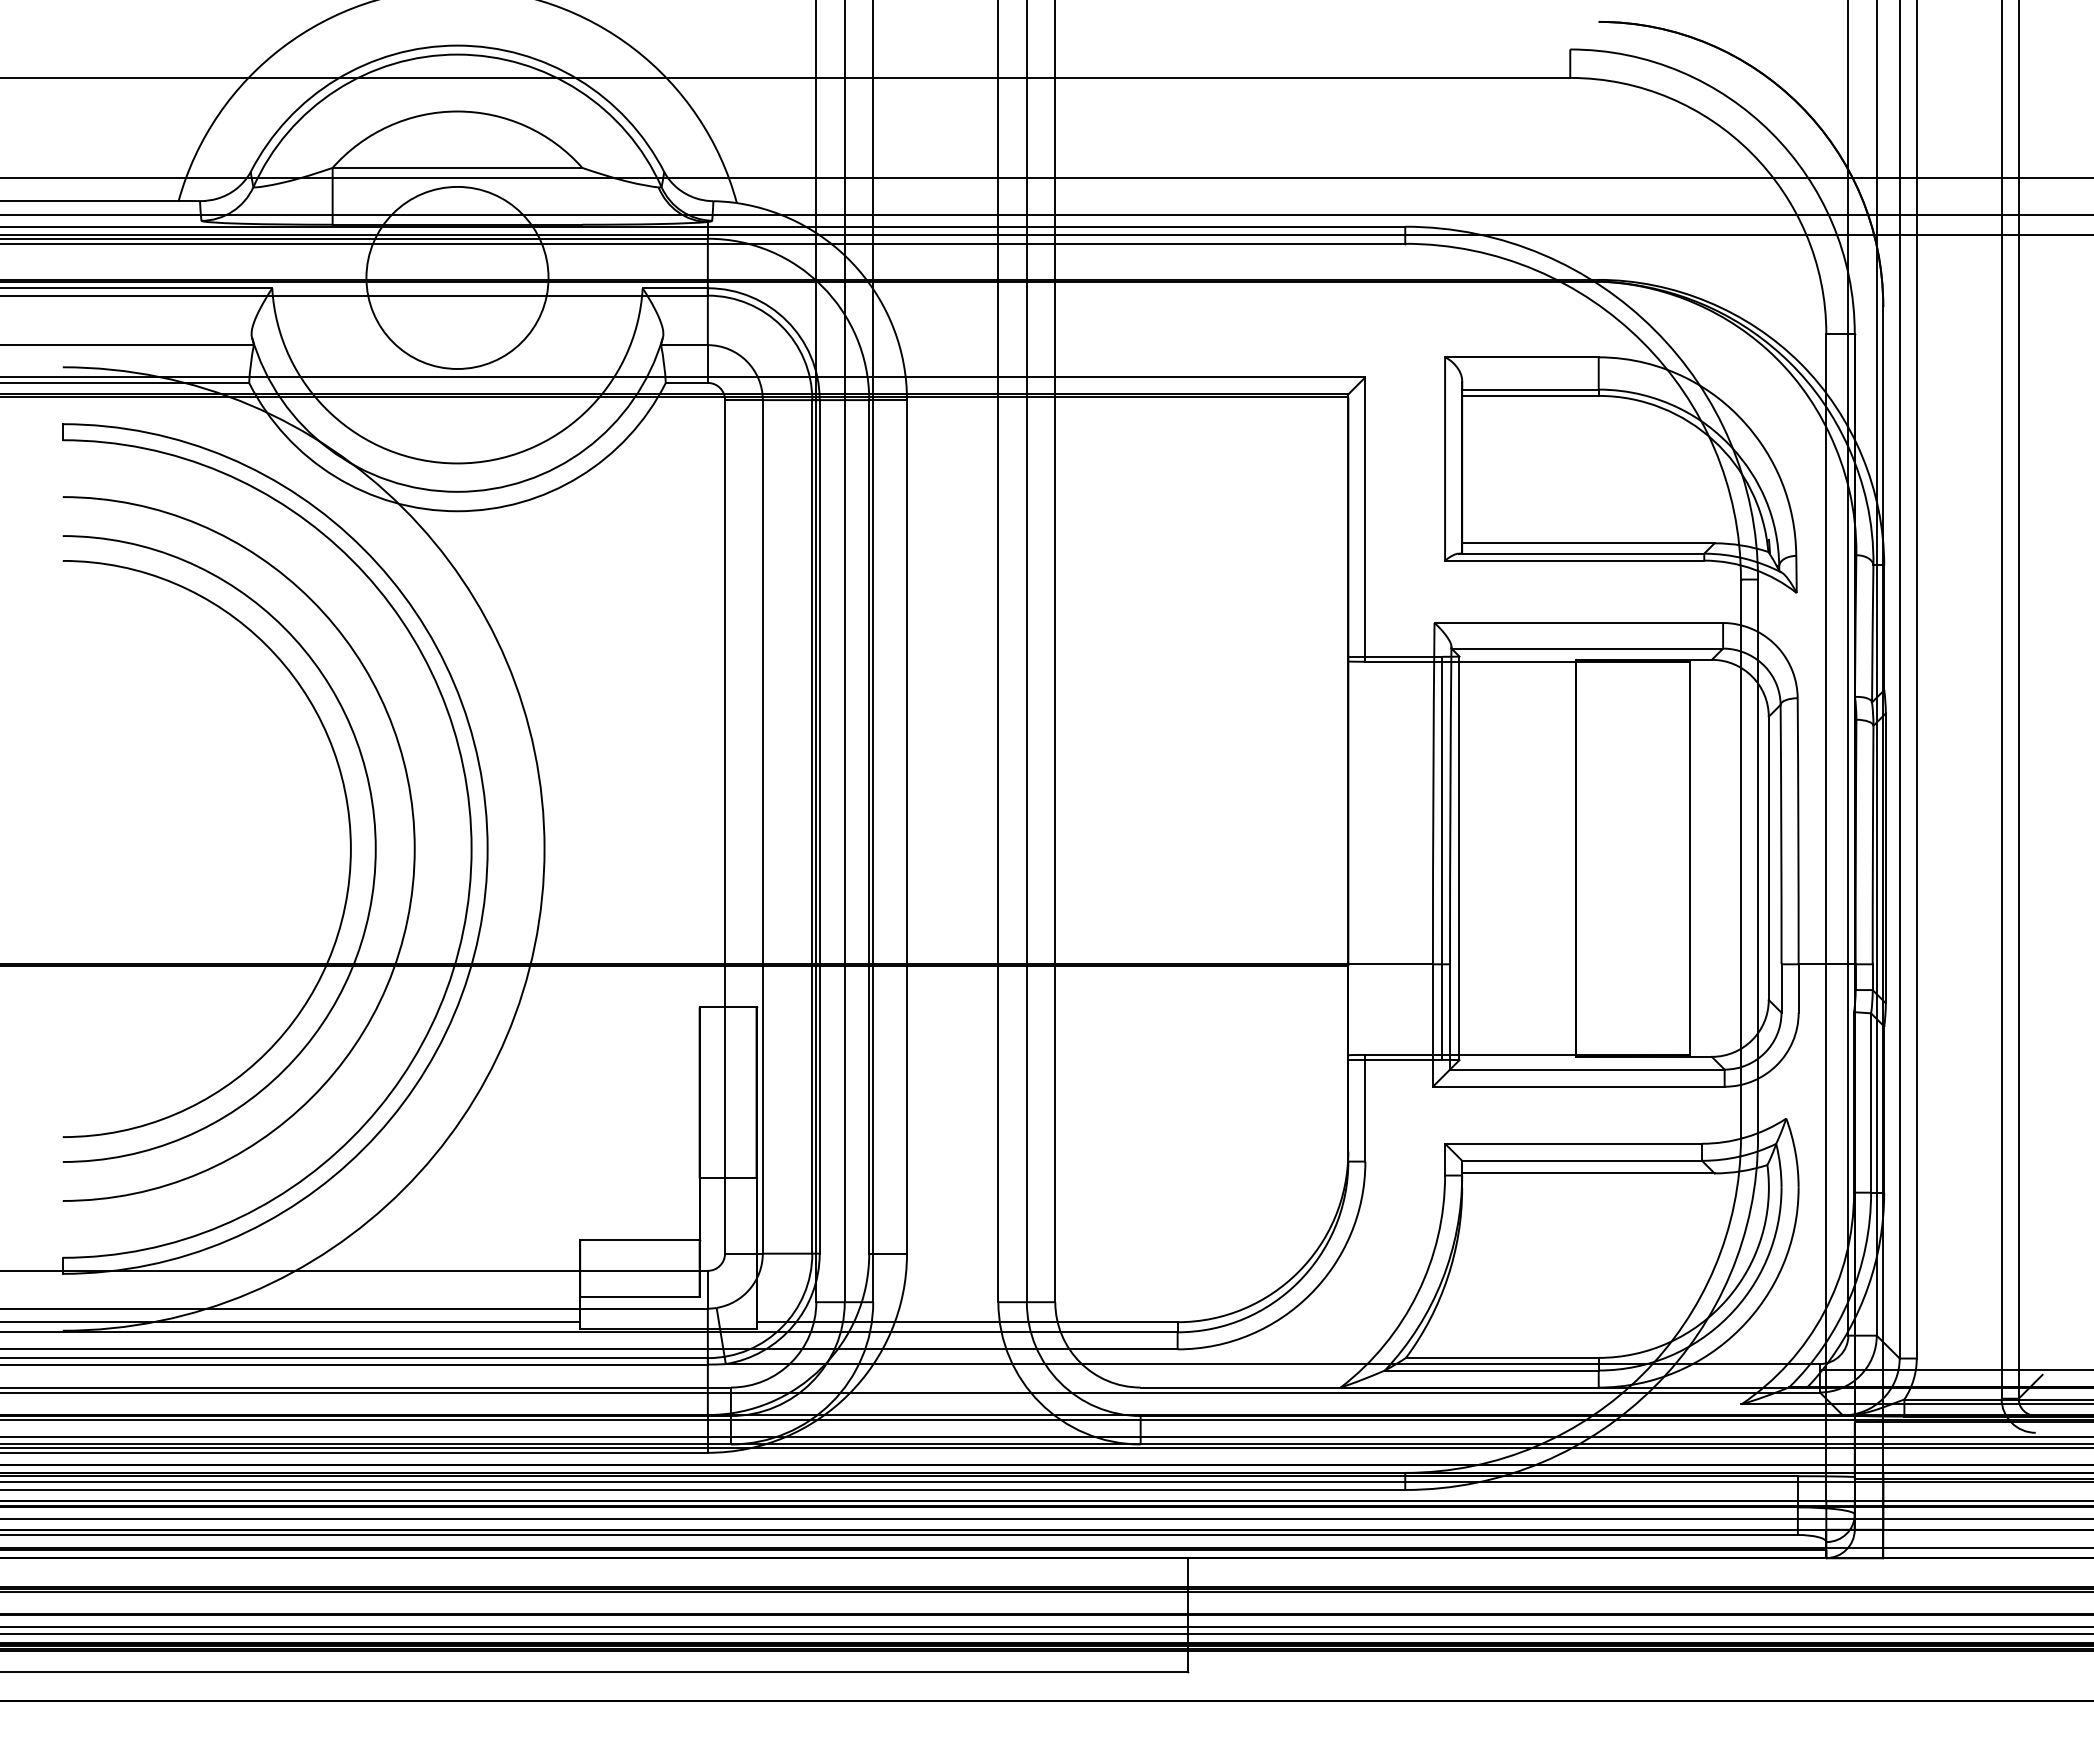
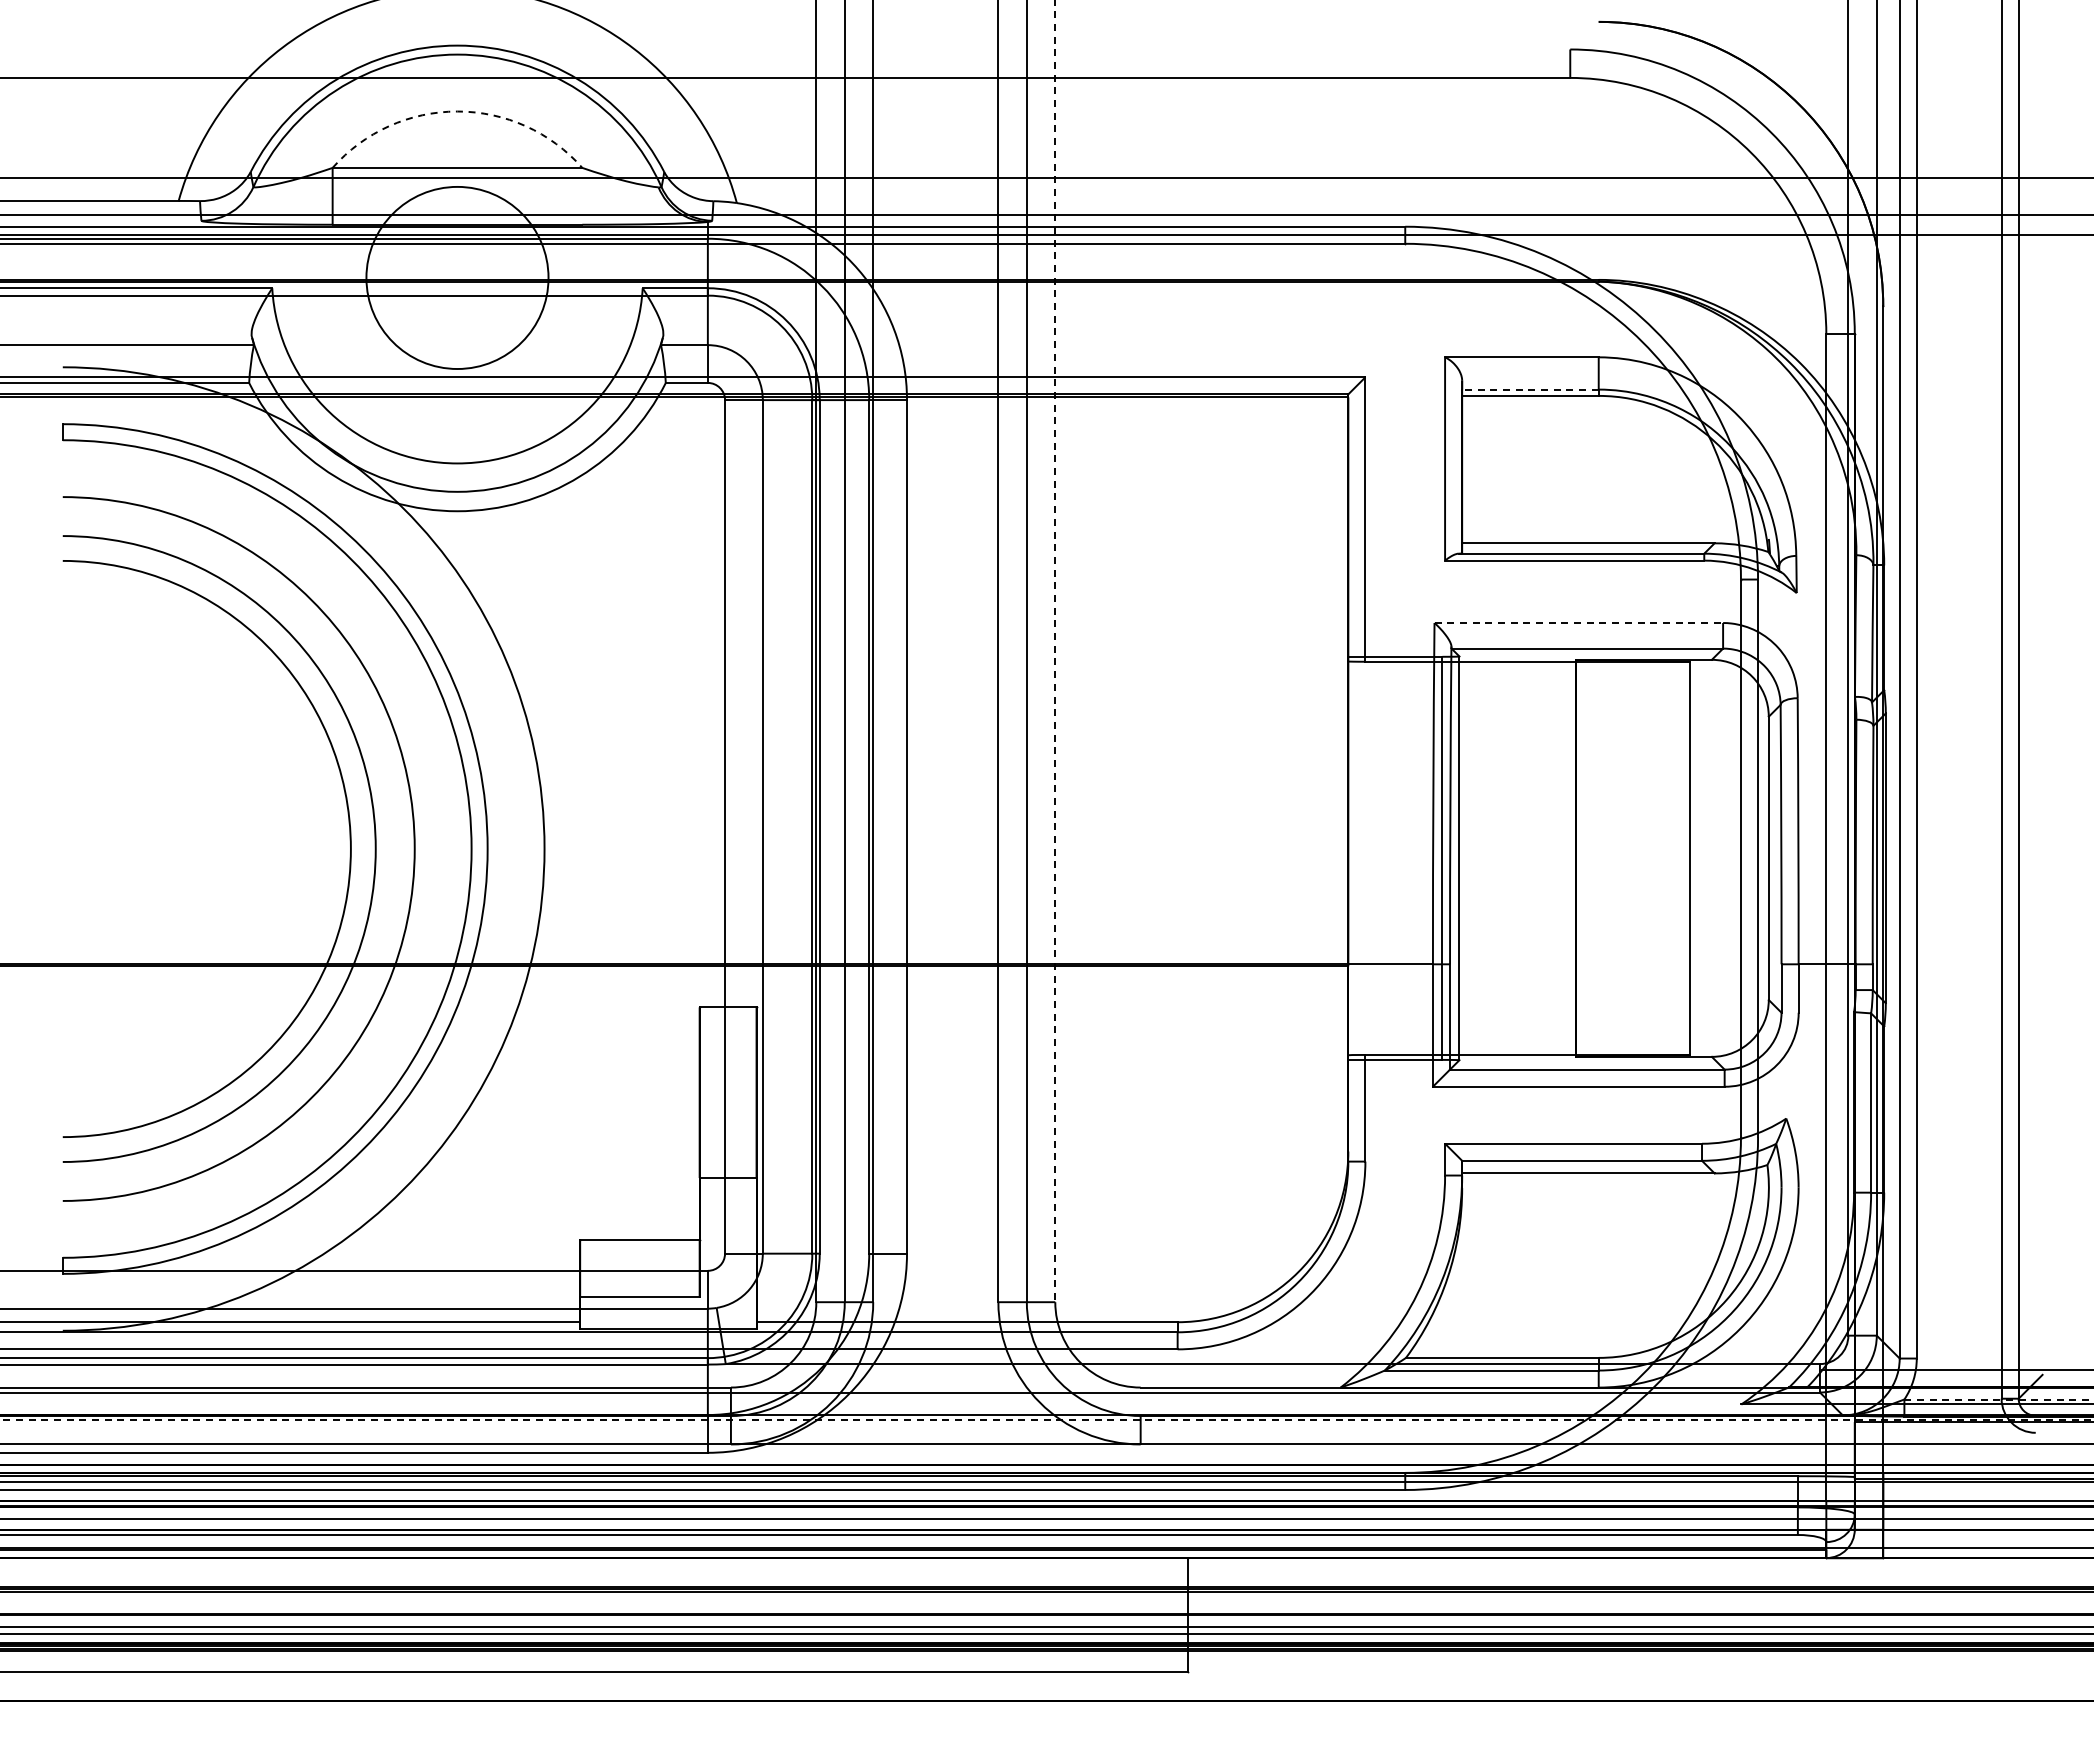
arc at (457, 111): solid -> dashed
line at (1529, 389): solid -> dashed
line at (1579, 623): solid -> dashed
line at (1055, 651): solid -> dashed
line at (1999, 1399): solid -> dashed
line at (1047, 1420): solid -> dashed
line at (1046, 1437): present -> none
line at (1046, 1447): present -> none
